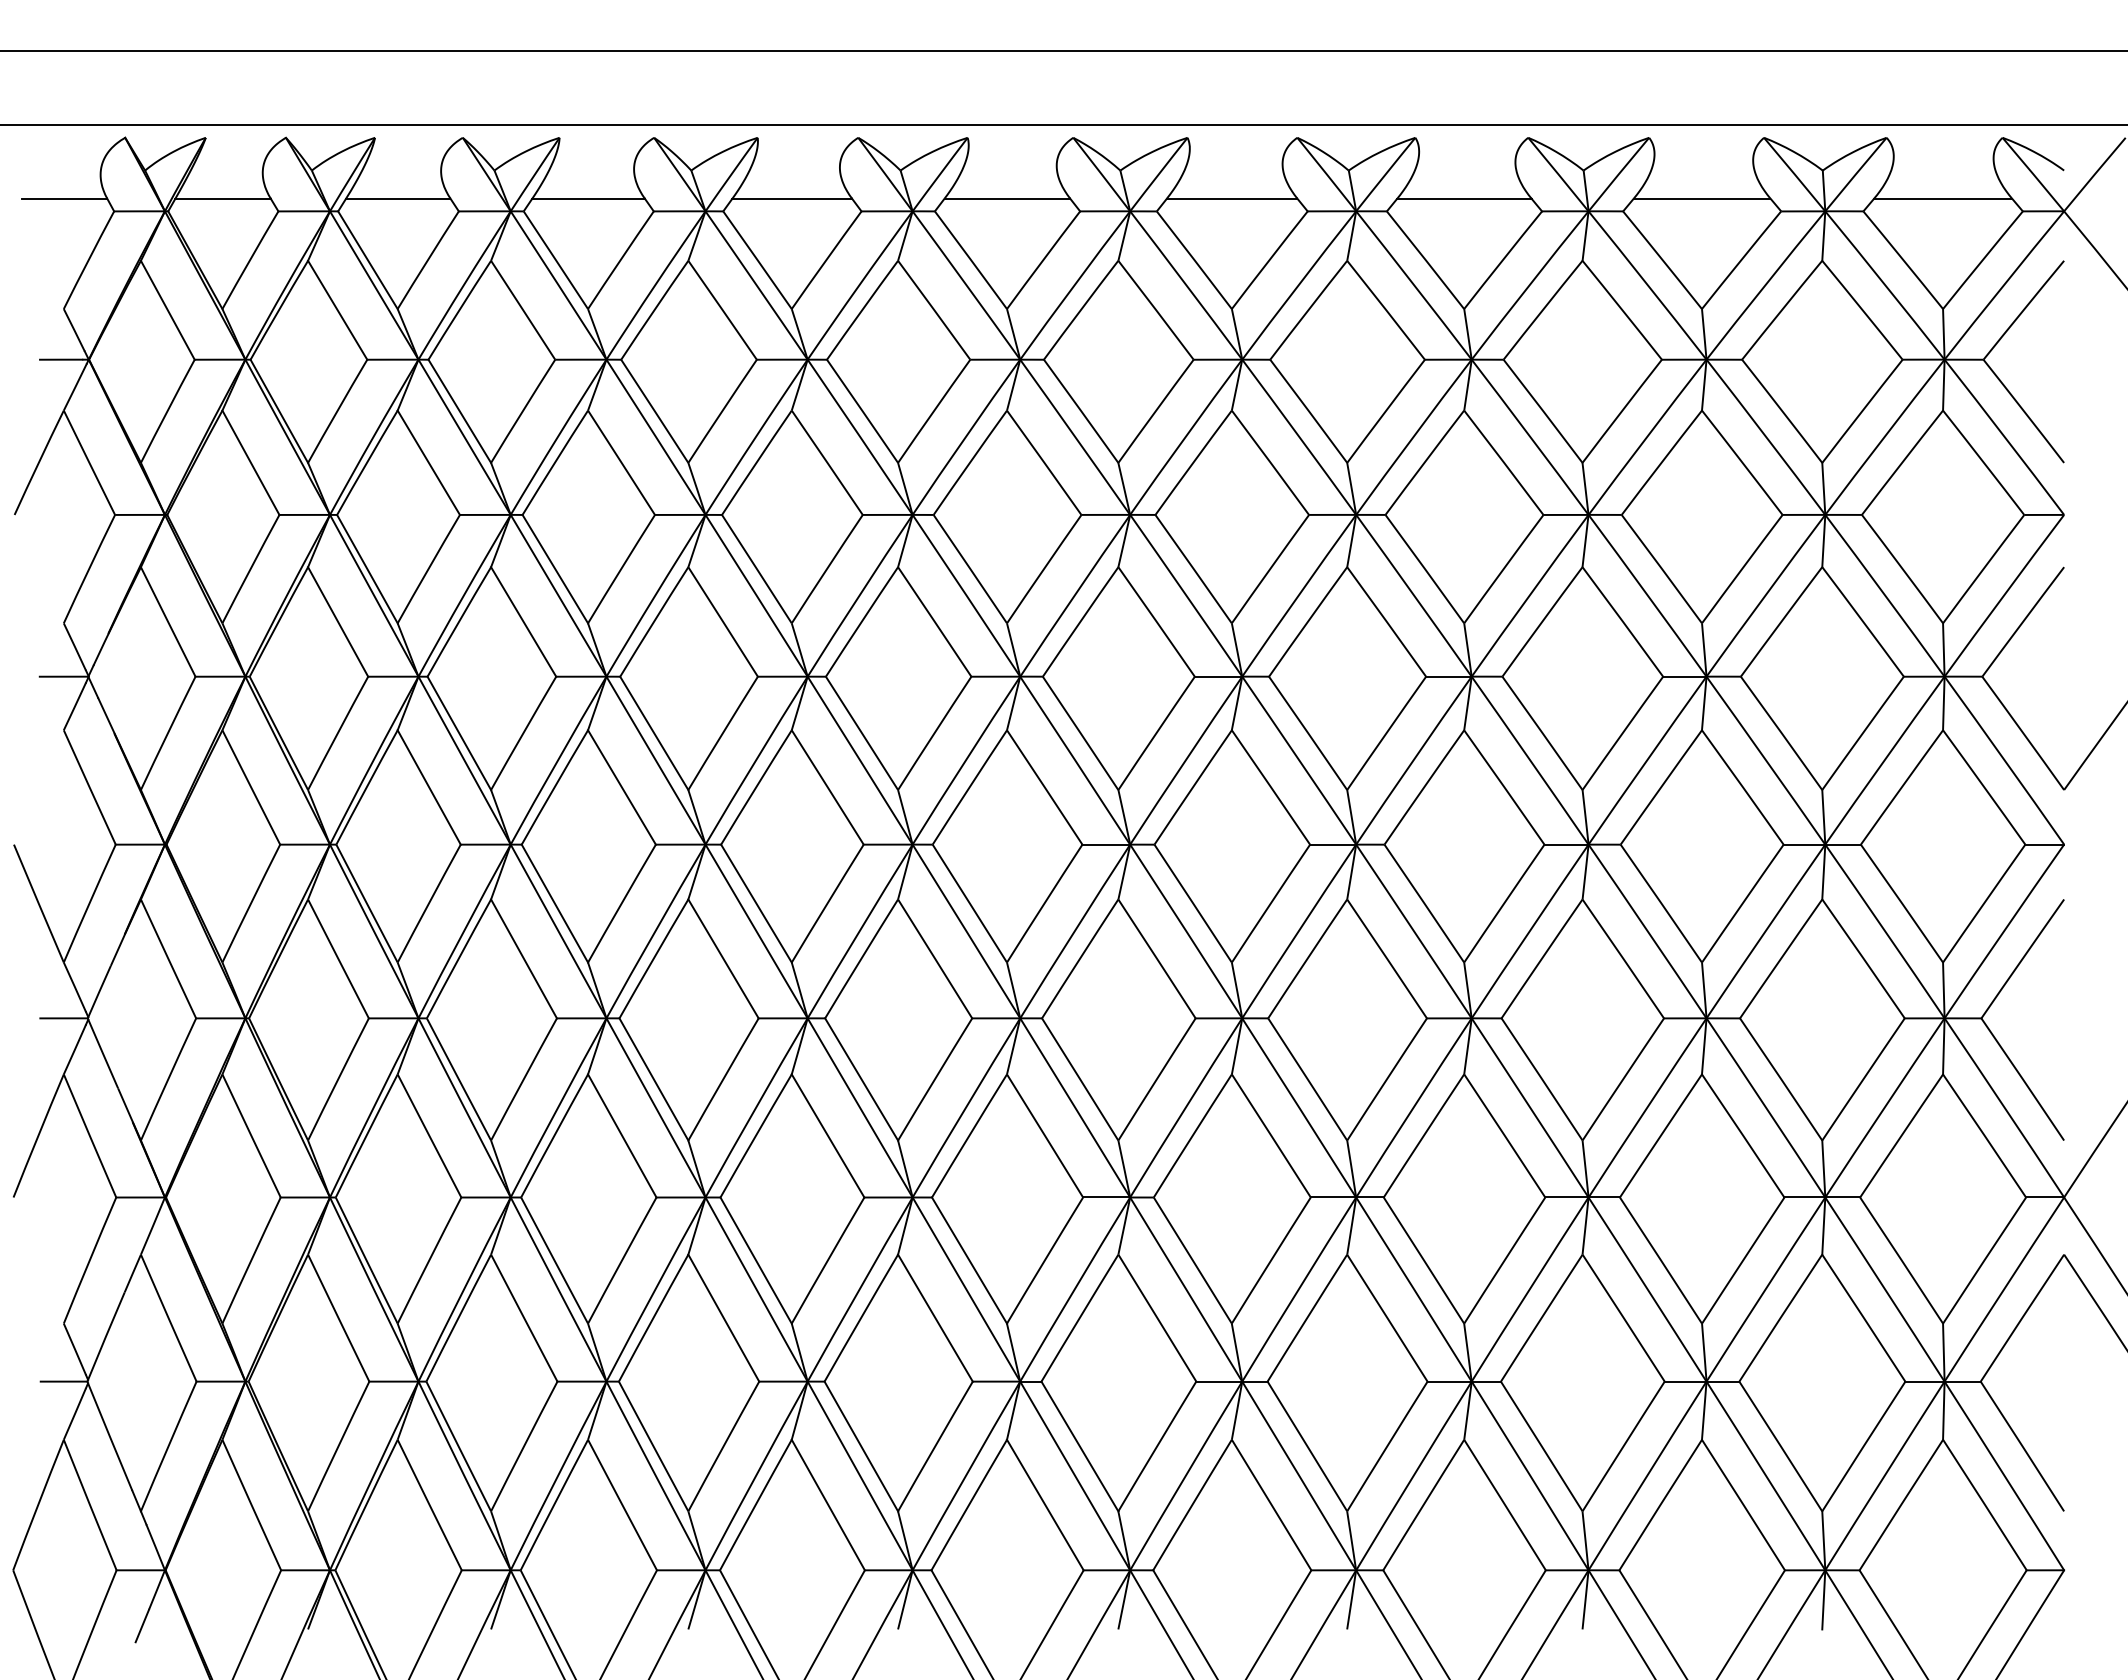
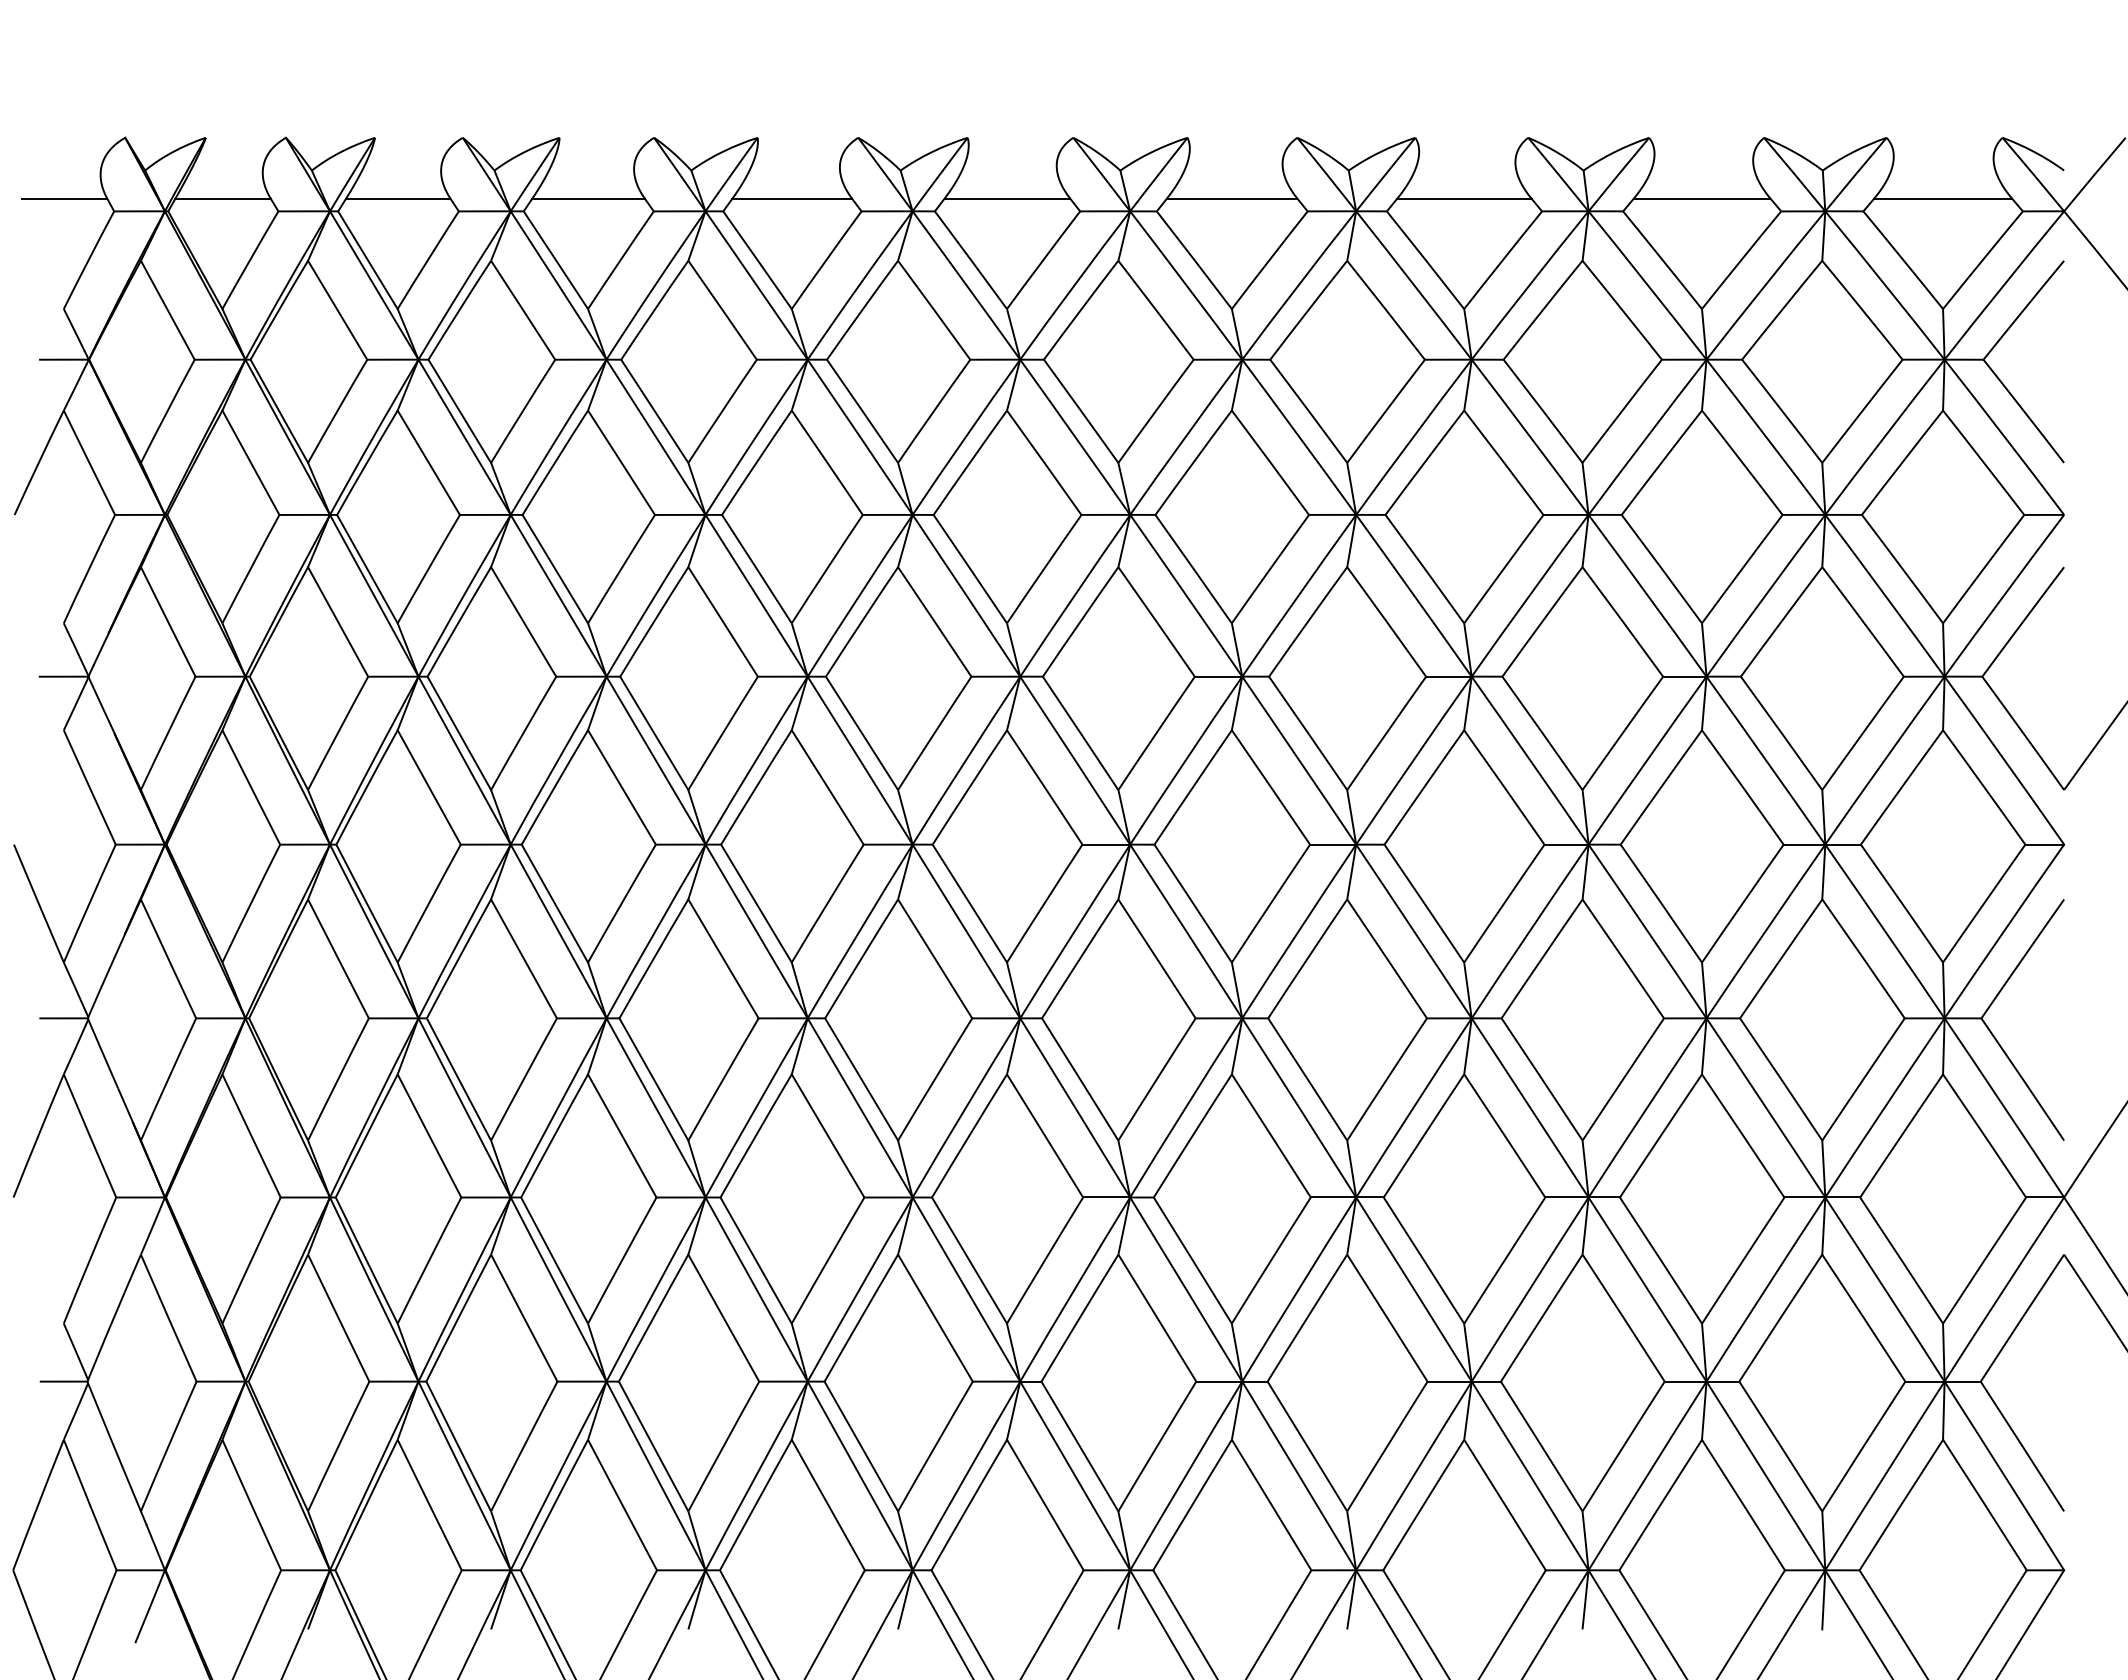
line at (1063, 50): present -> none
line at (1063, 124): present -> none
